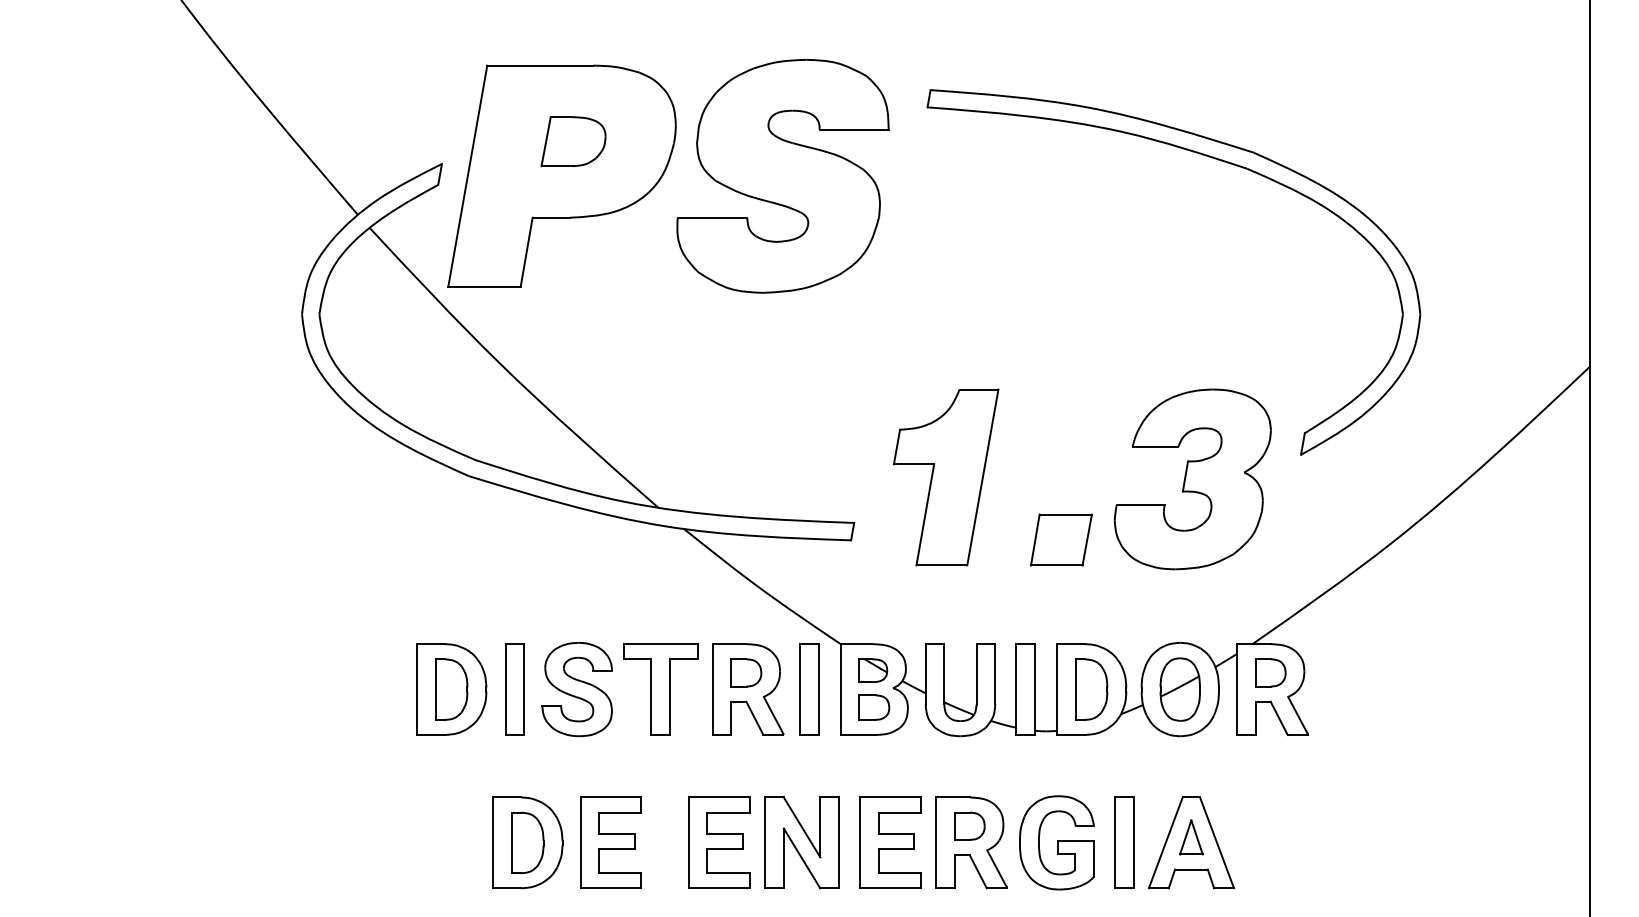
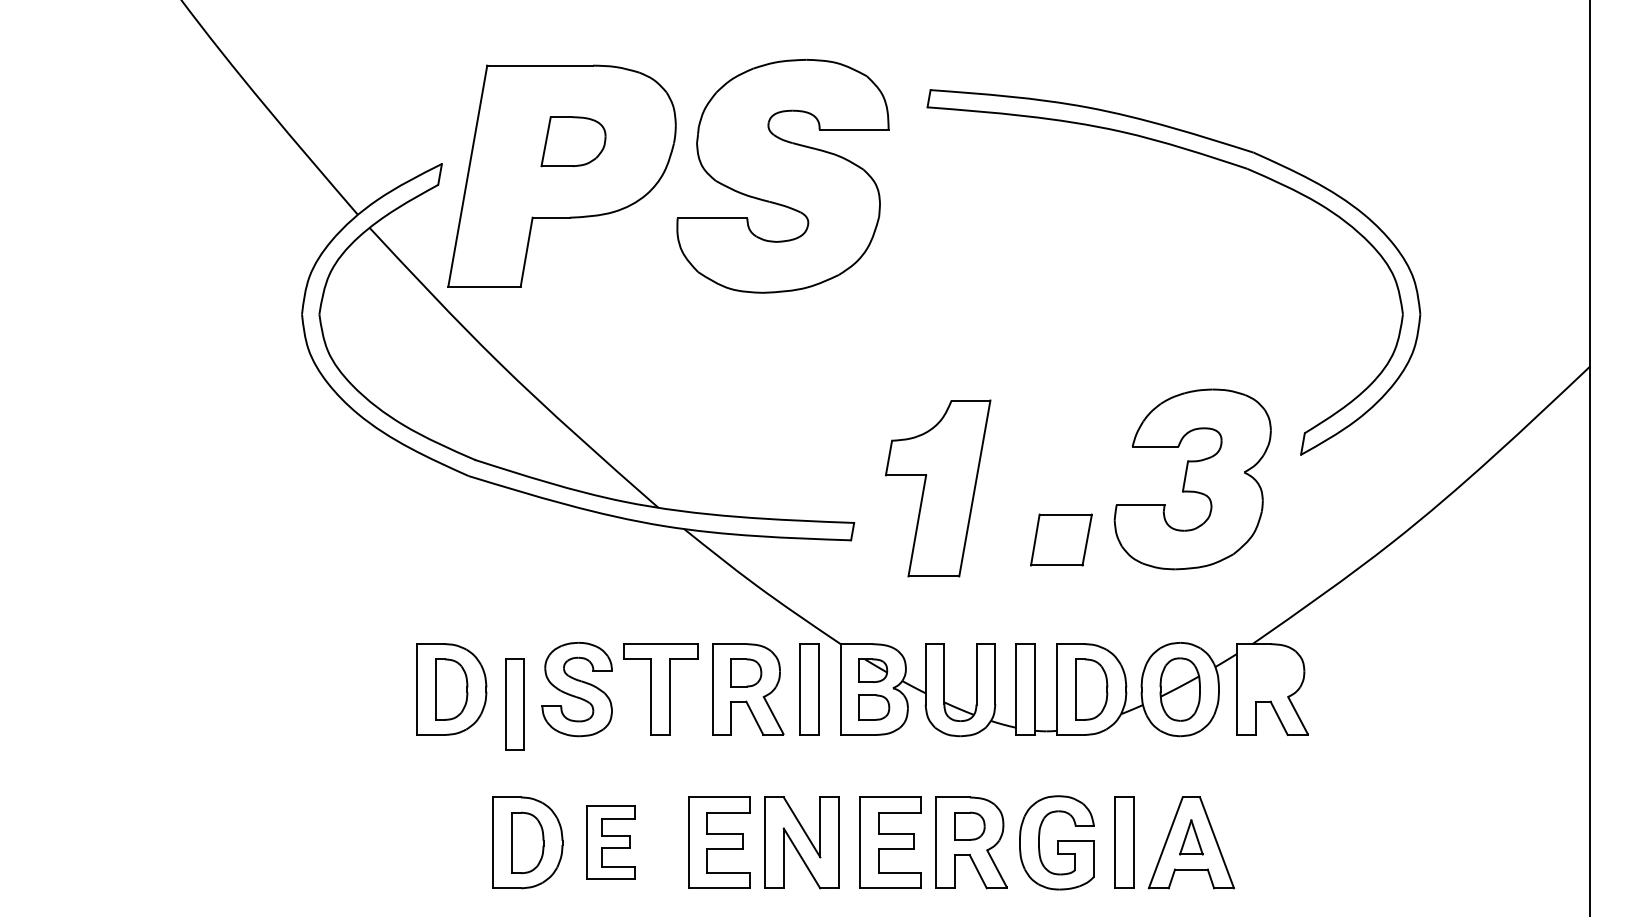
part at (946, 477) position: (946, 477) -> (938, 488)
part at (1270, 672): present -> none
part at (514, 689) position: (514, 689) -> (514, 704)
part at (610, 842) size: 62x93 px -> 50x75 px
